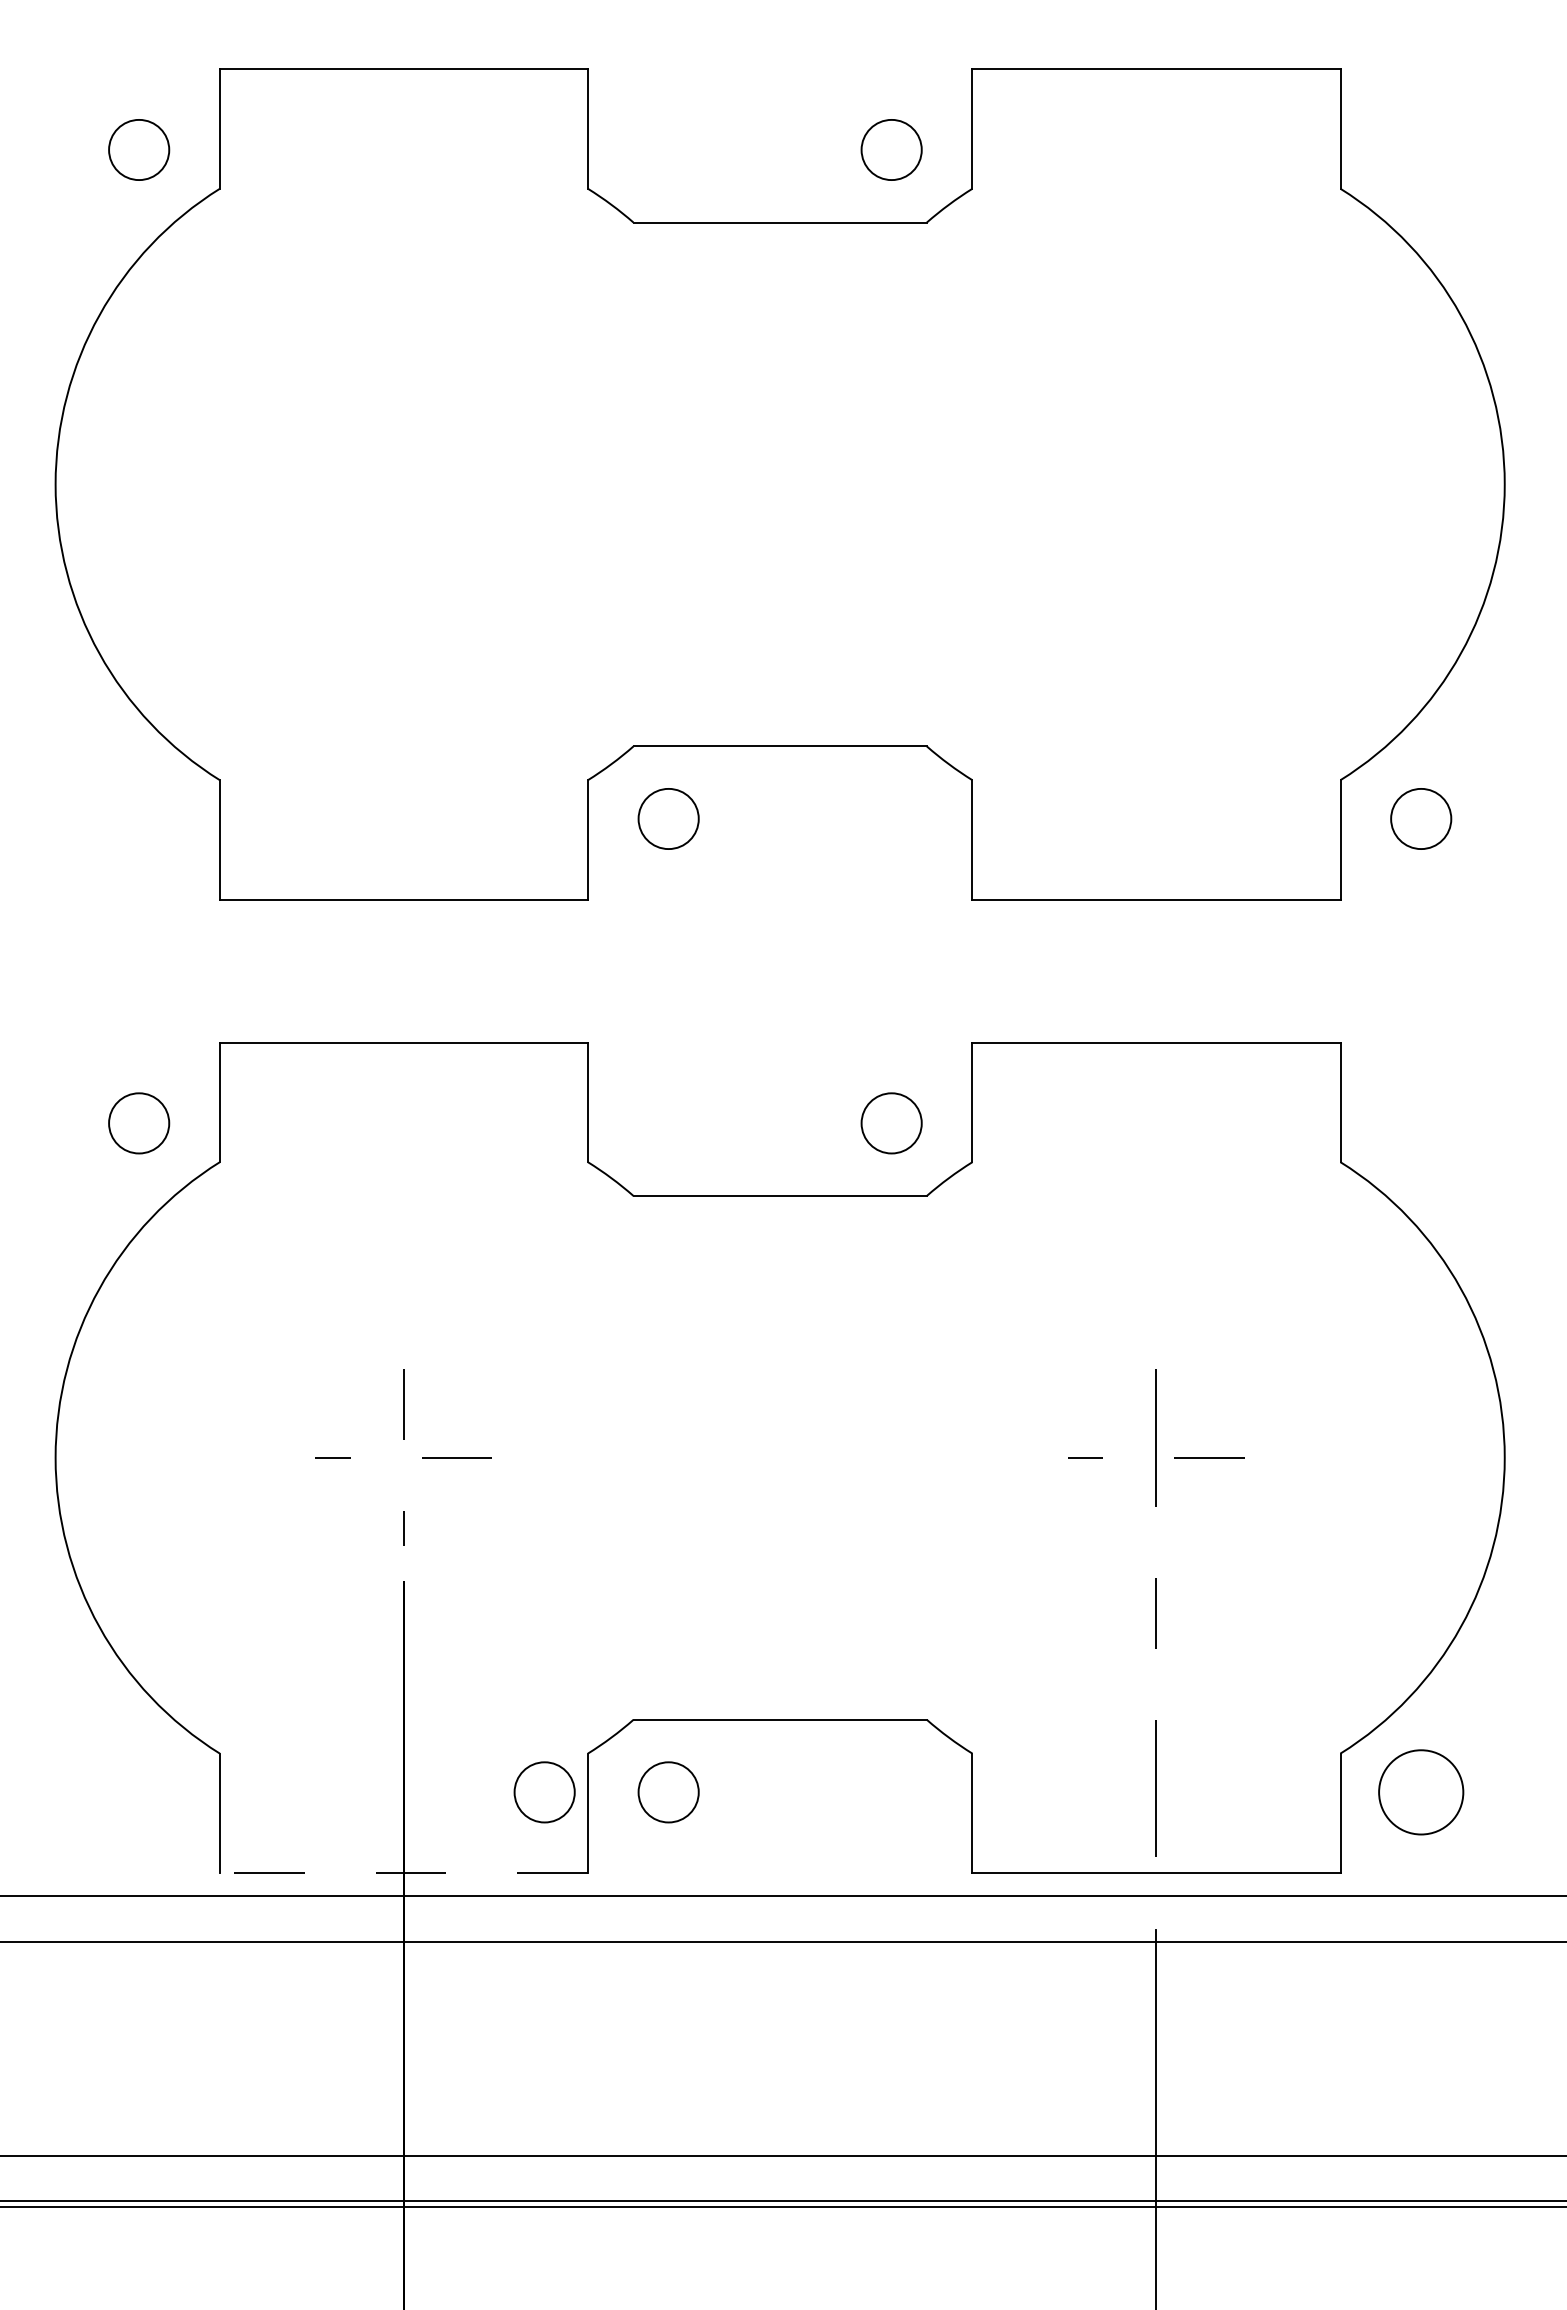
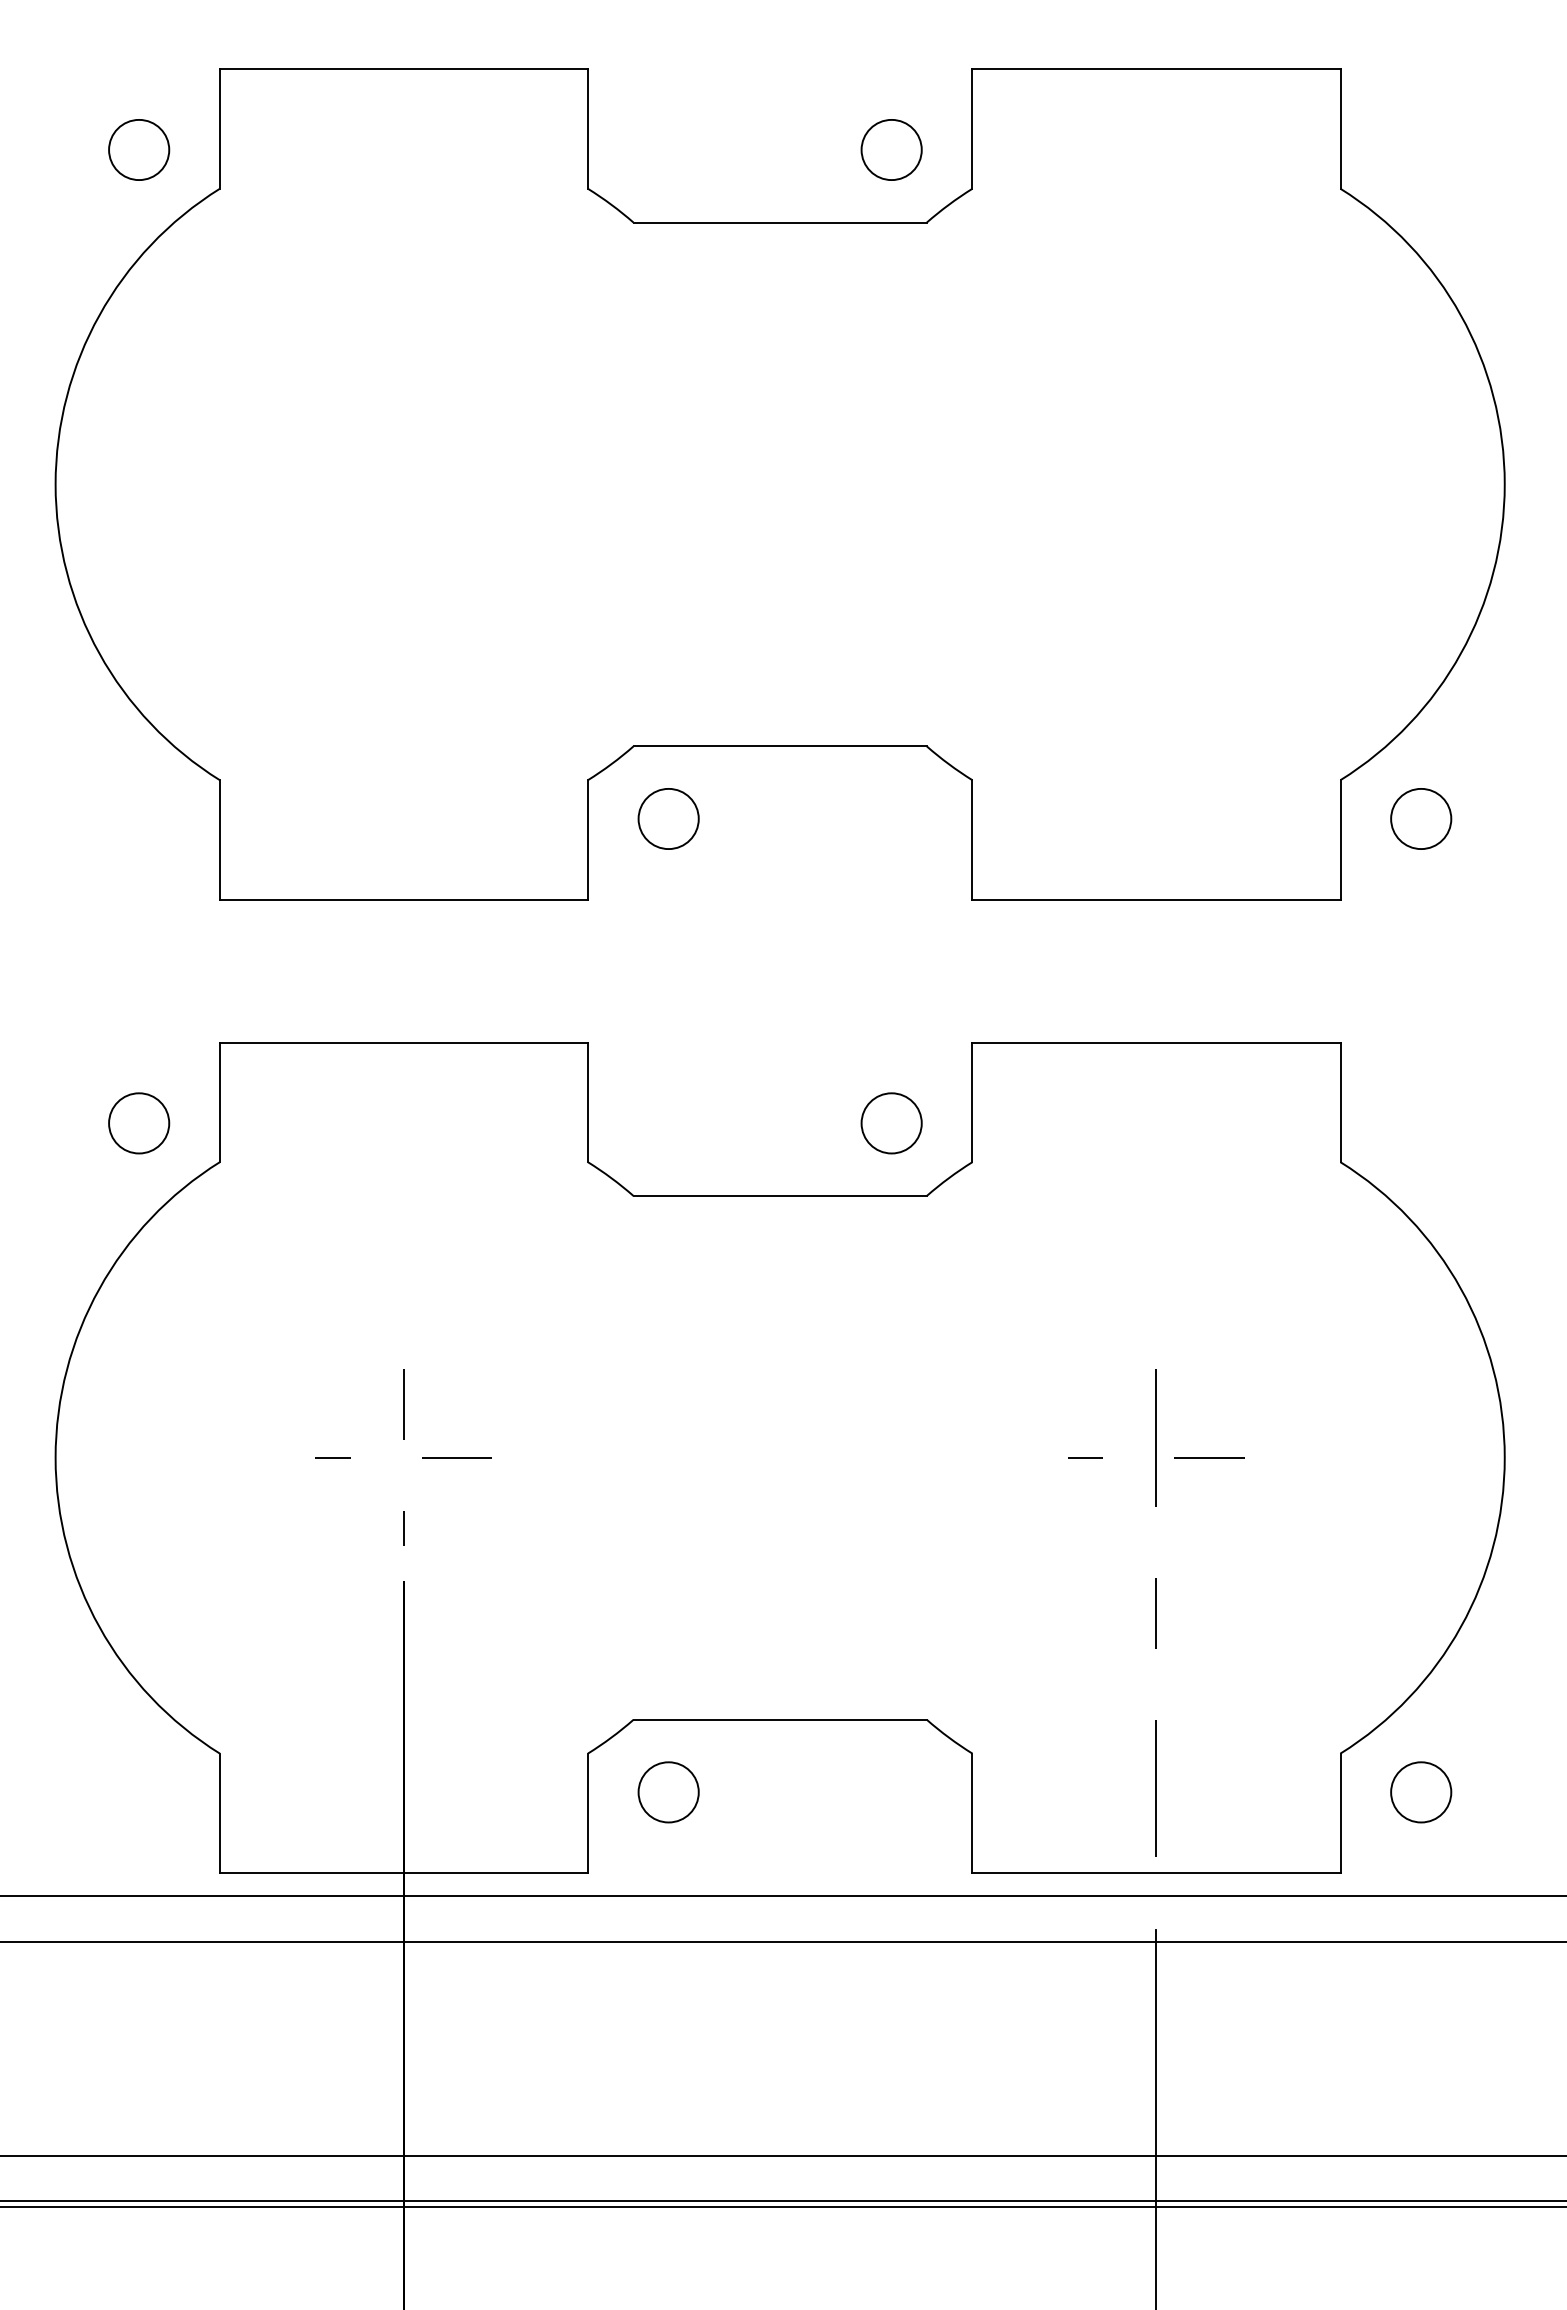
circle at (544, 1792): present -> none
circle at (1421, 1792) diameter: 84 px -> 60 px
line at (403, 1873): dashed -> solid
